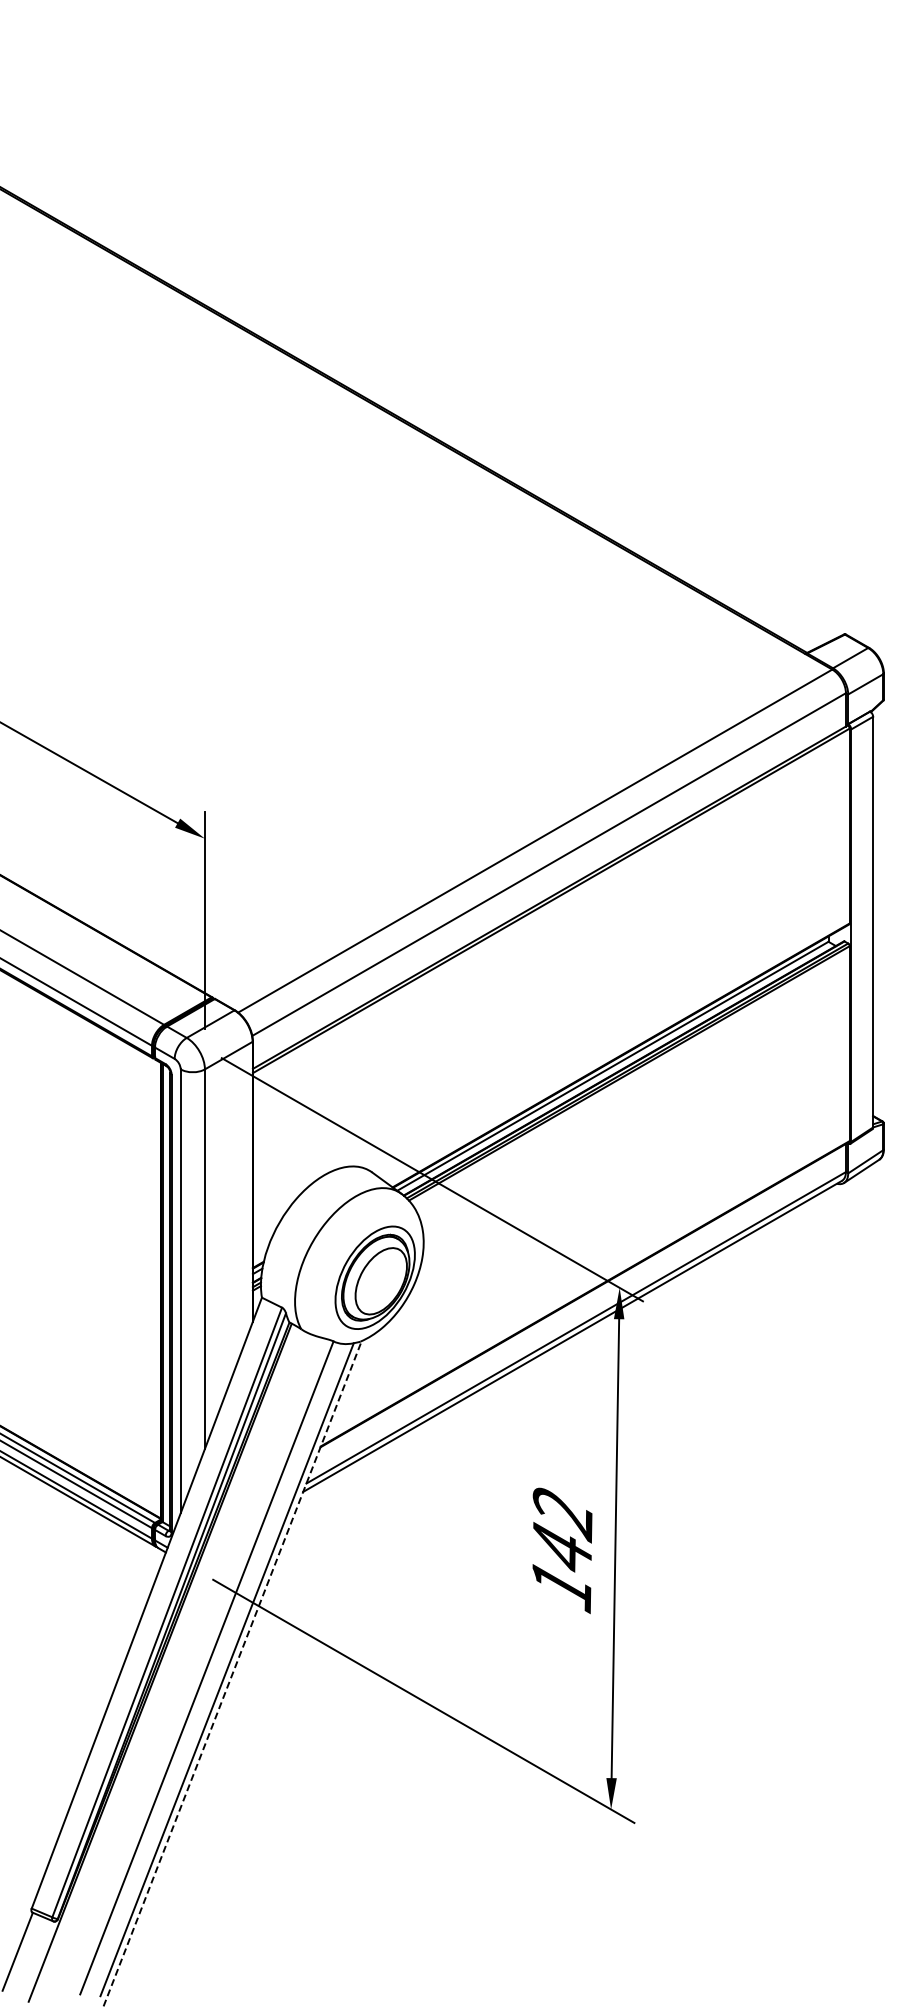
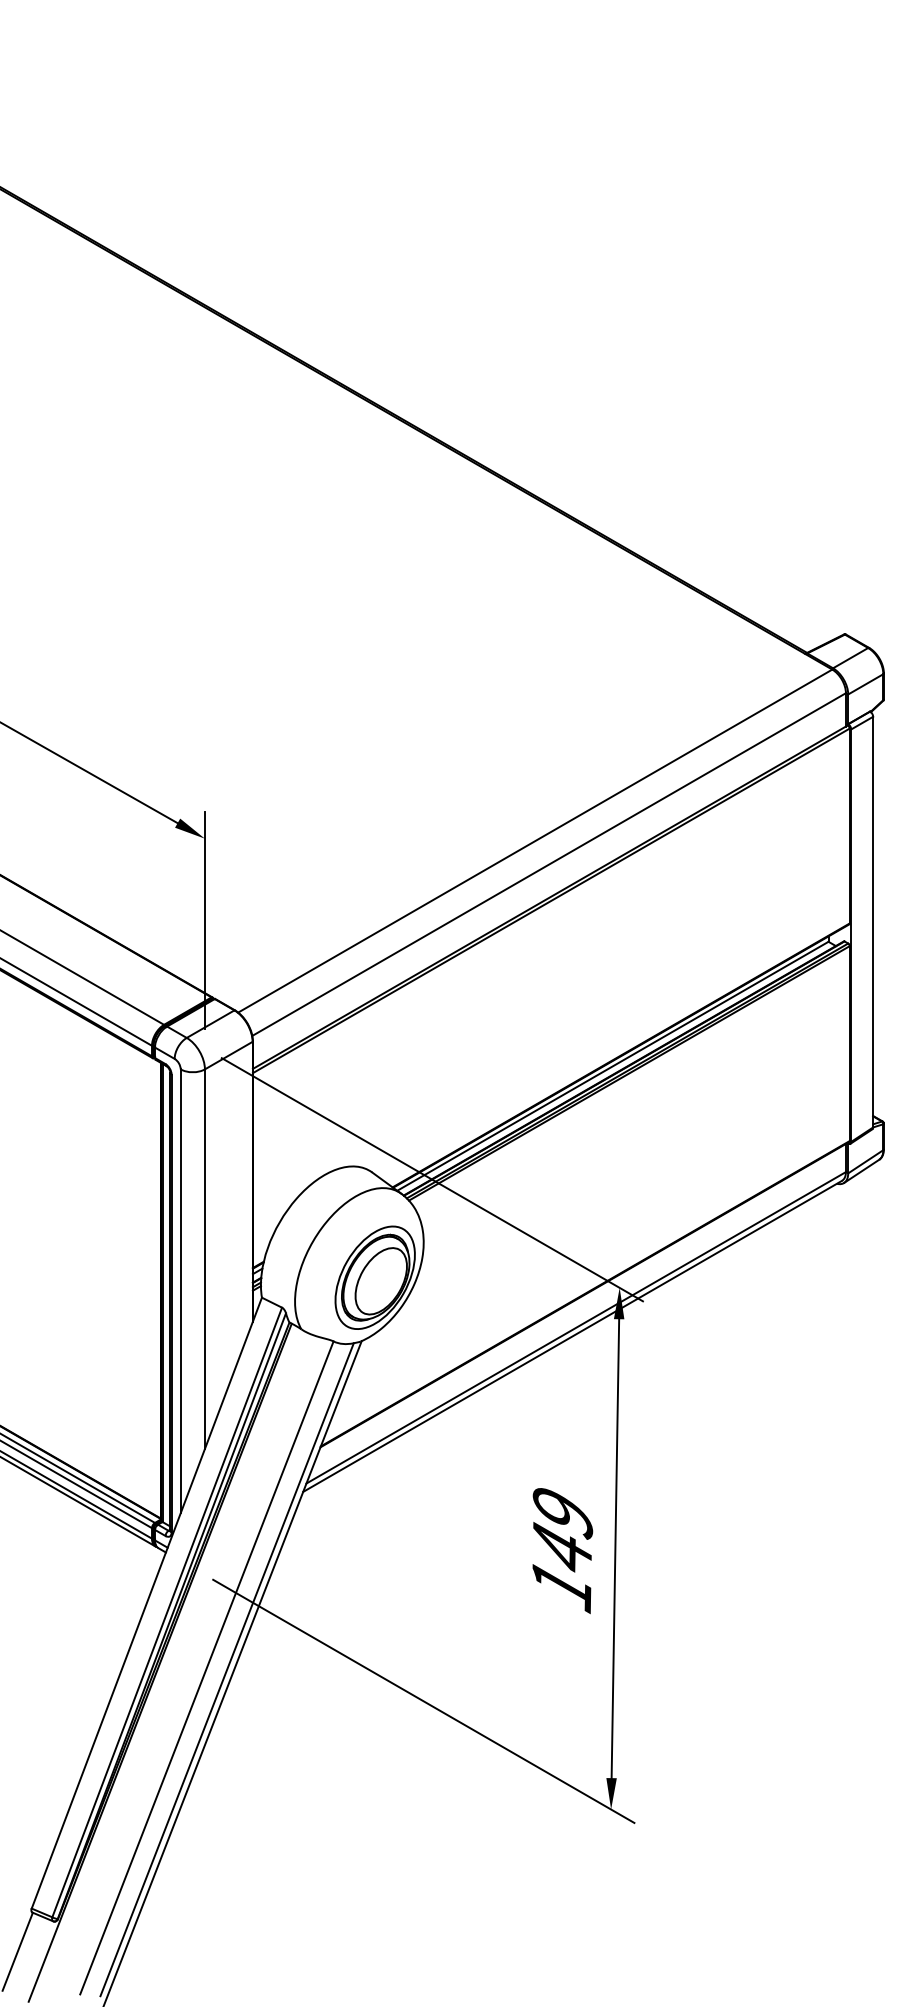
text at (563, 1515): 142 -> 149
line at (232, 1673): dashed -> solid
